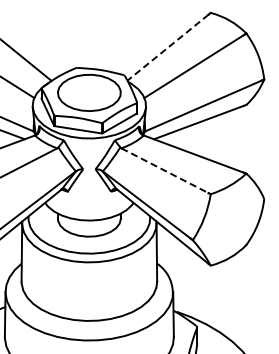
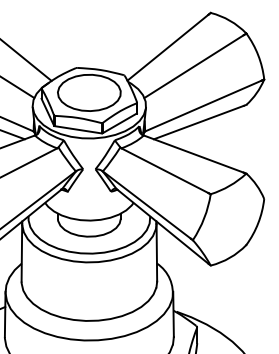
line at (167, 48): dashed -> solid
line at (165, 170): dashed -> solid
